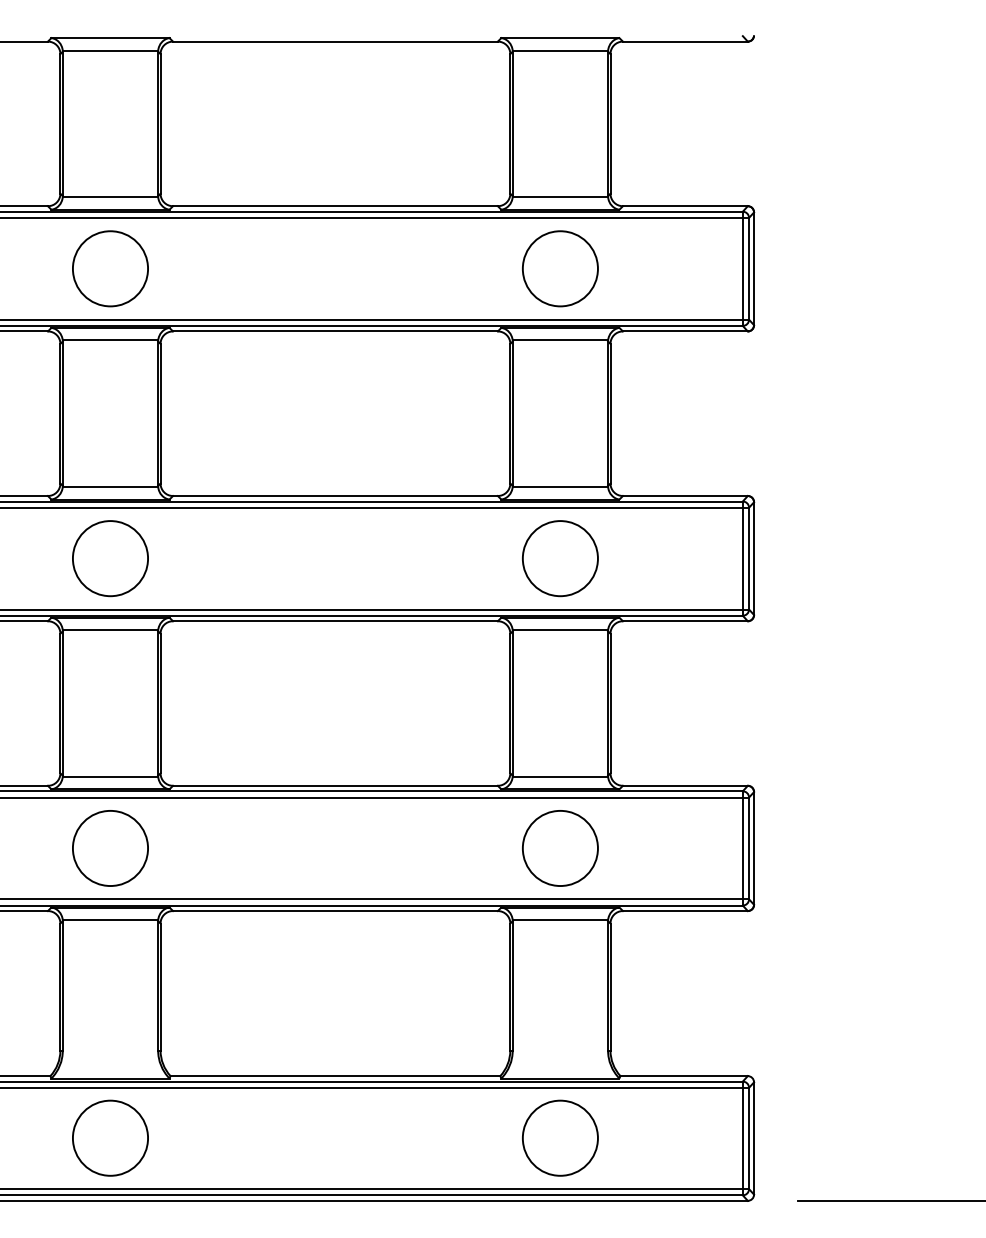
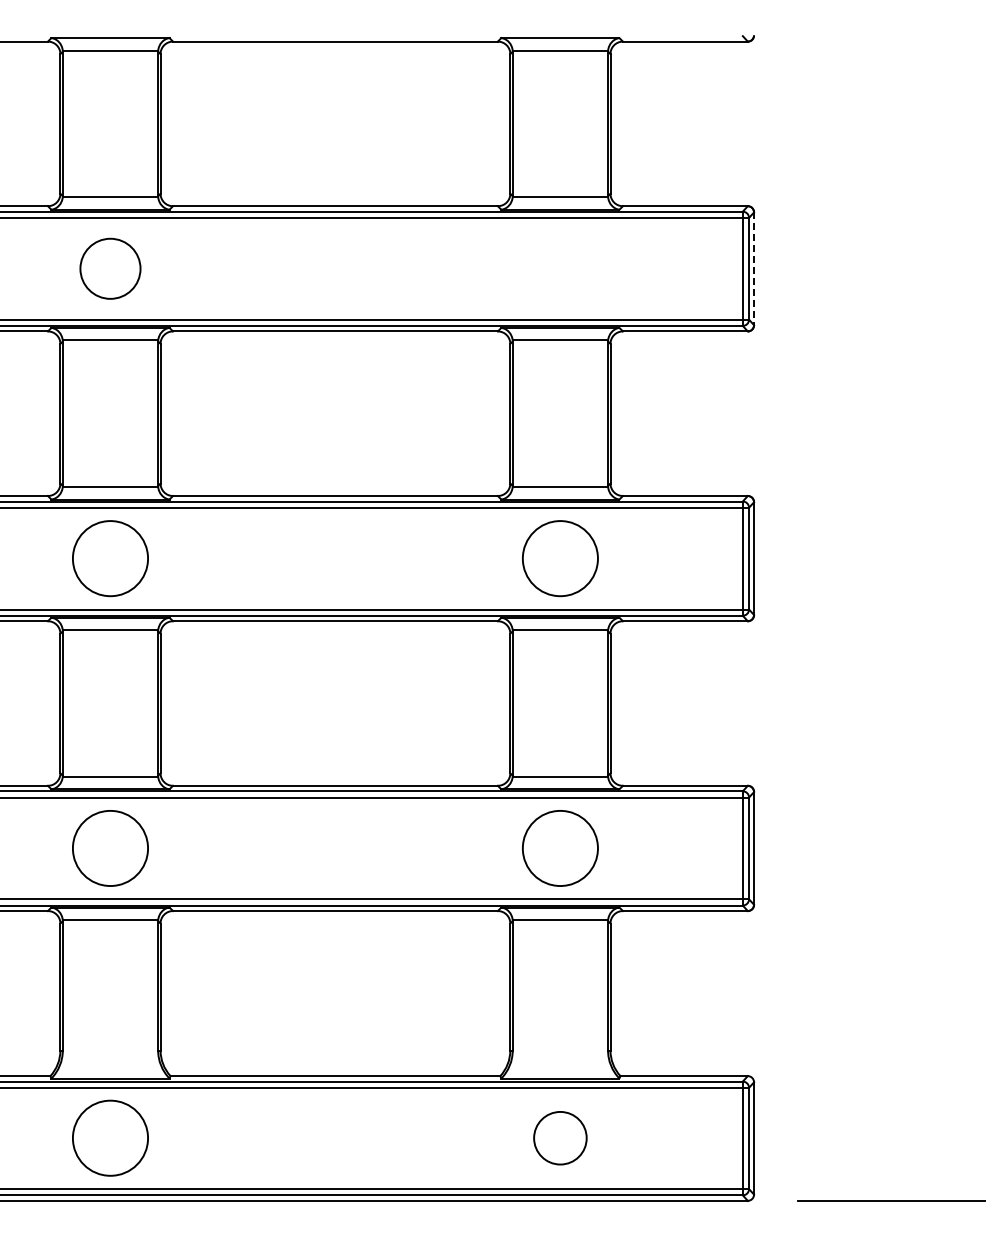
circle at (110, 268) diameter: 75 px -> 60 px
circle at (560, 268): present -> none
line at (754, 269): solid -> dashed
circle at (559, 1137) diameter: 75 px -> 53 px
